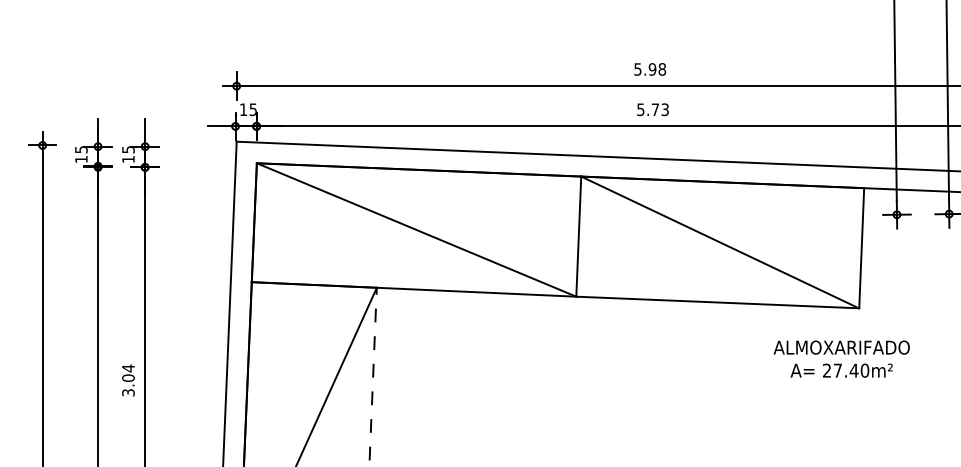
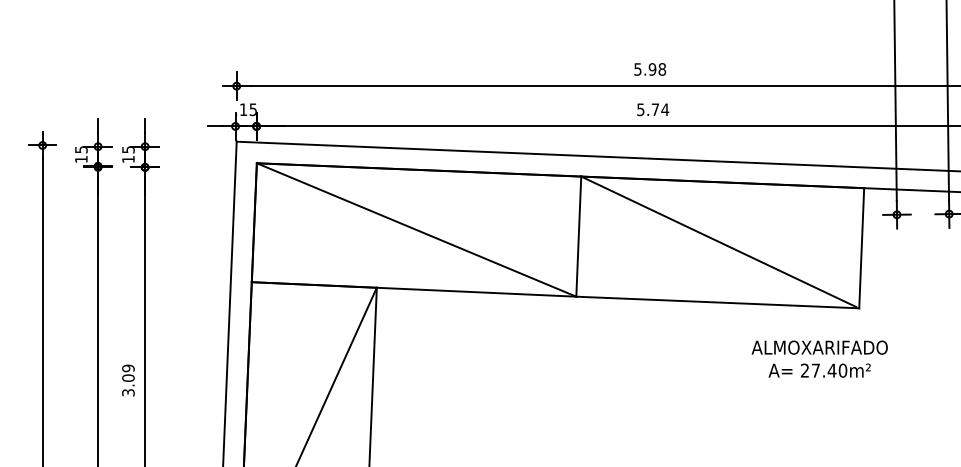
text at (665, 109): 5.73 -> 5.74
text at (841, 358) position: (841, 358) -> (819, 358)
text at (128, 368): 3.04 -> 3.09
line at (373, 376): dashed -> solid
